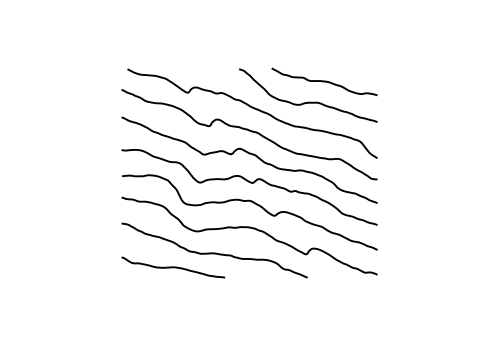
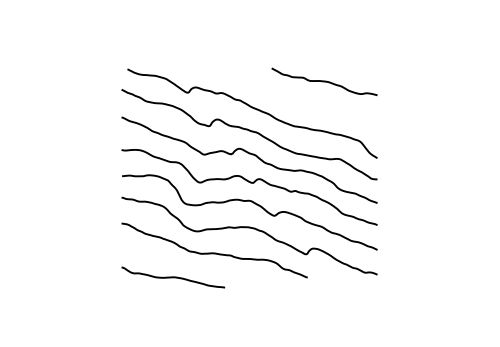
curve at (308, 101): present -> none
curve at (173, 267) position: (173, 267) -> (173, 277)
